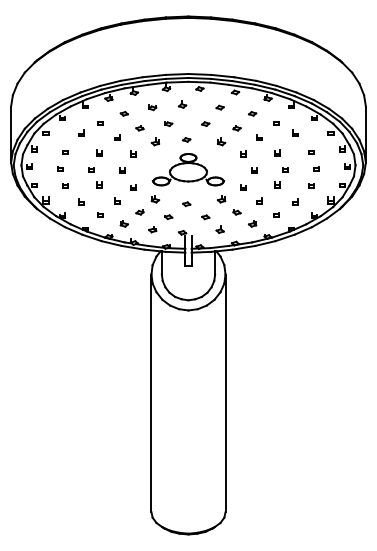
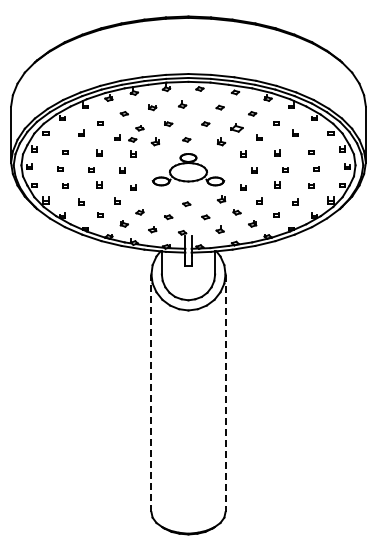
part at (236, 128) size: 10x7 px -> 14x10 px
part at (132, 139): none -> present
part at (155, 199): present -> none
line at (151, 393): solid -> dashed
line at (225, 393): solid -> dashed
